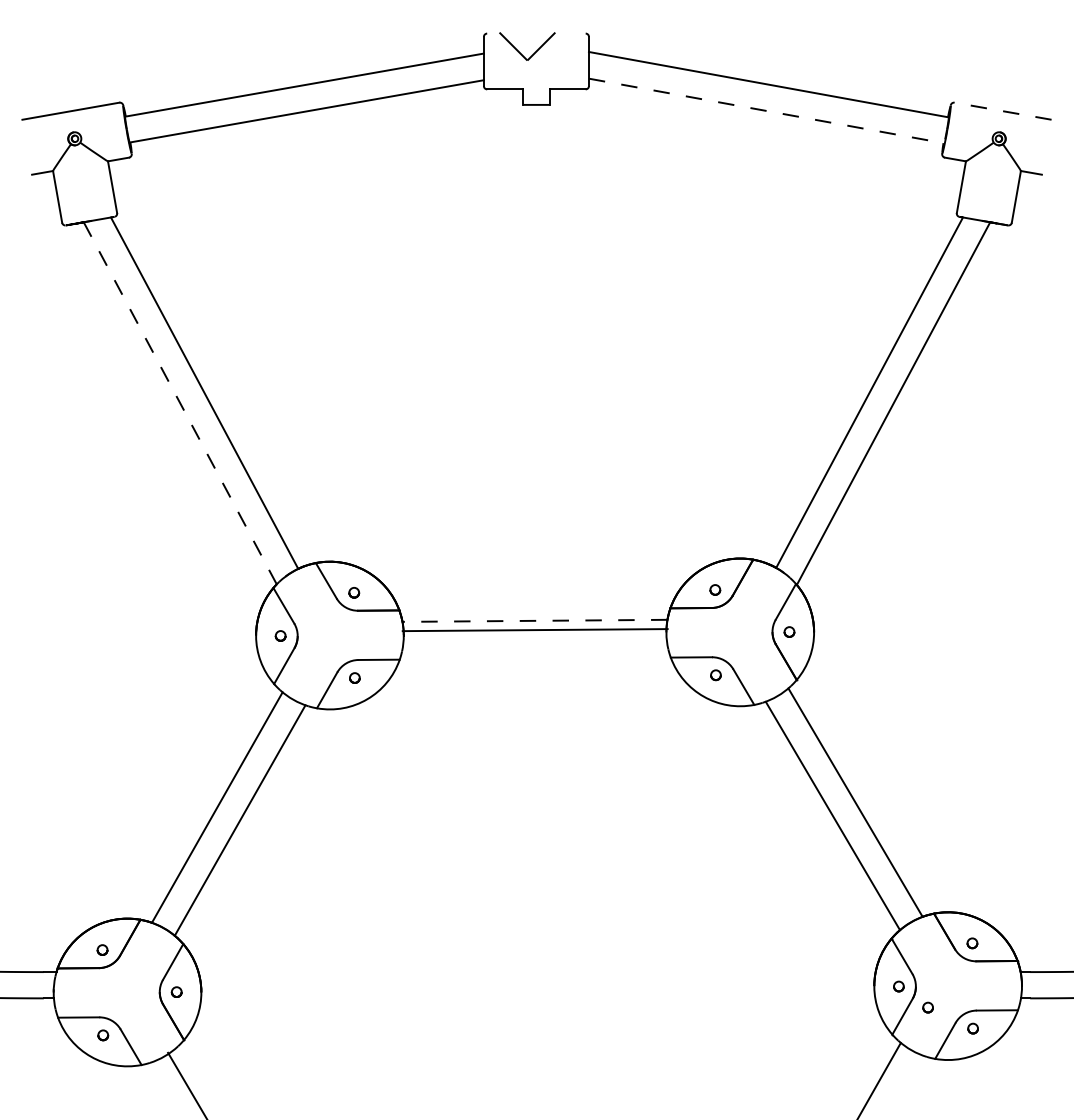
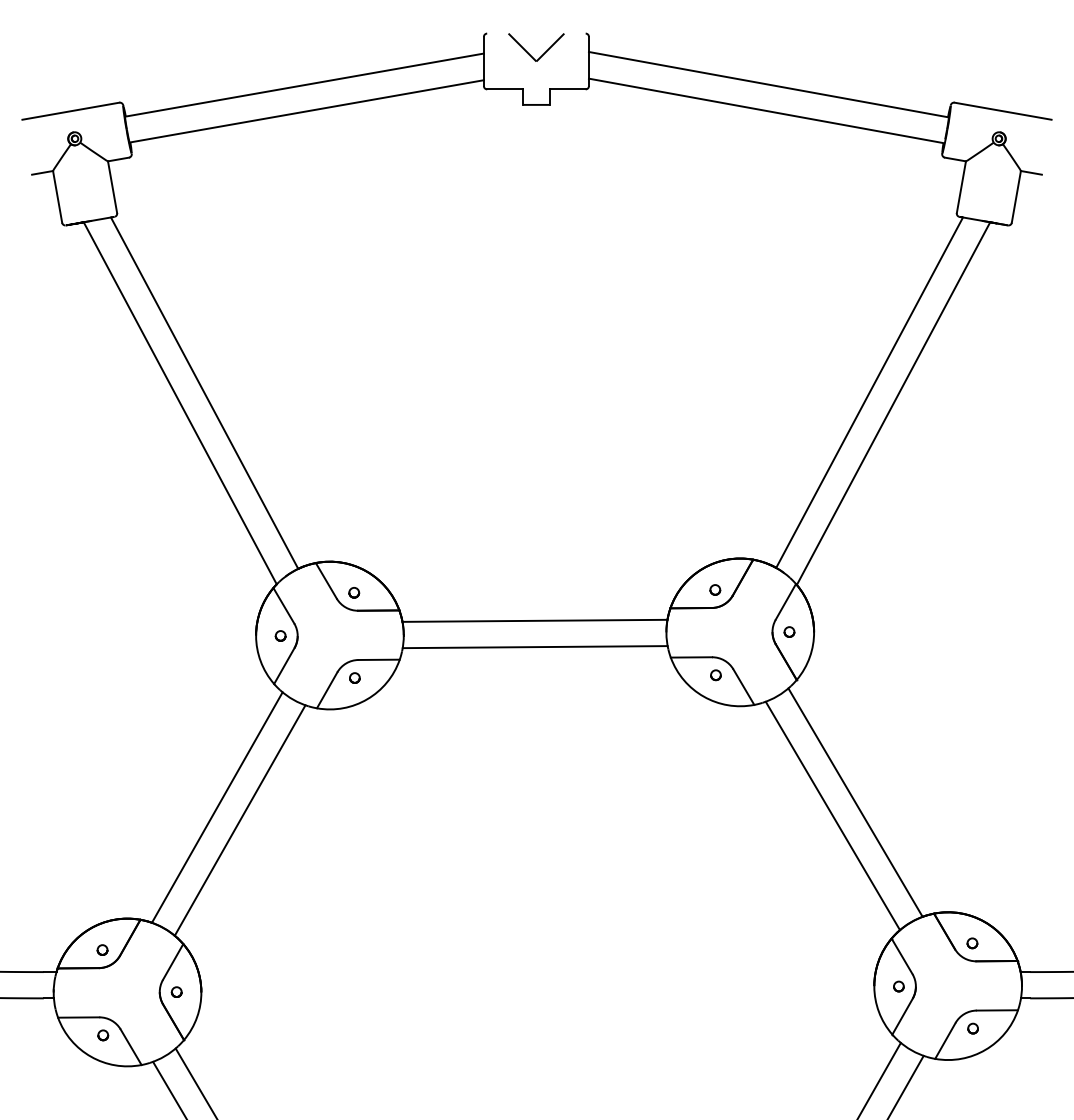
part at (520, 52) position: (520, 52) -> (529, 53)
line at (766, 110): dashed -> solid
line at (1002, 111): dashed -> solid
line at (180, 403): dashed -> solid
line at (534, 620): dashed -> solid
line at (534, 630) position: (534, 630) -> (534, 647)
part at (927, 1007): present -> none
line at (195, 1082): none -> present
line at (186, 1084) position: (186, 1084) -> (169, 1088)
line at (906, 1085): none -> present
